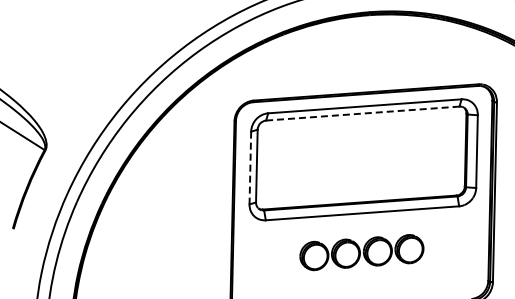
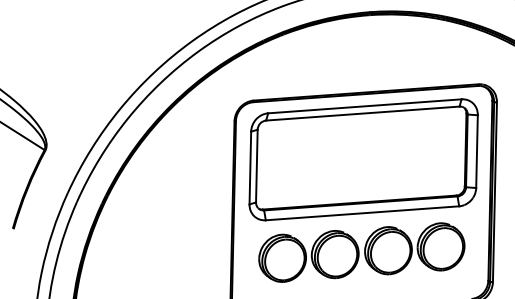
line at (362, 113): dashed -> solid
line at (250, 168): dashed -> solid
part at (361, 252) size: 126x38 px -> 208x61 px
